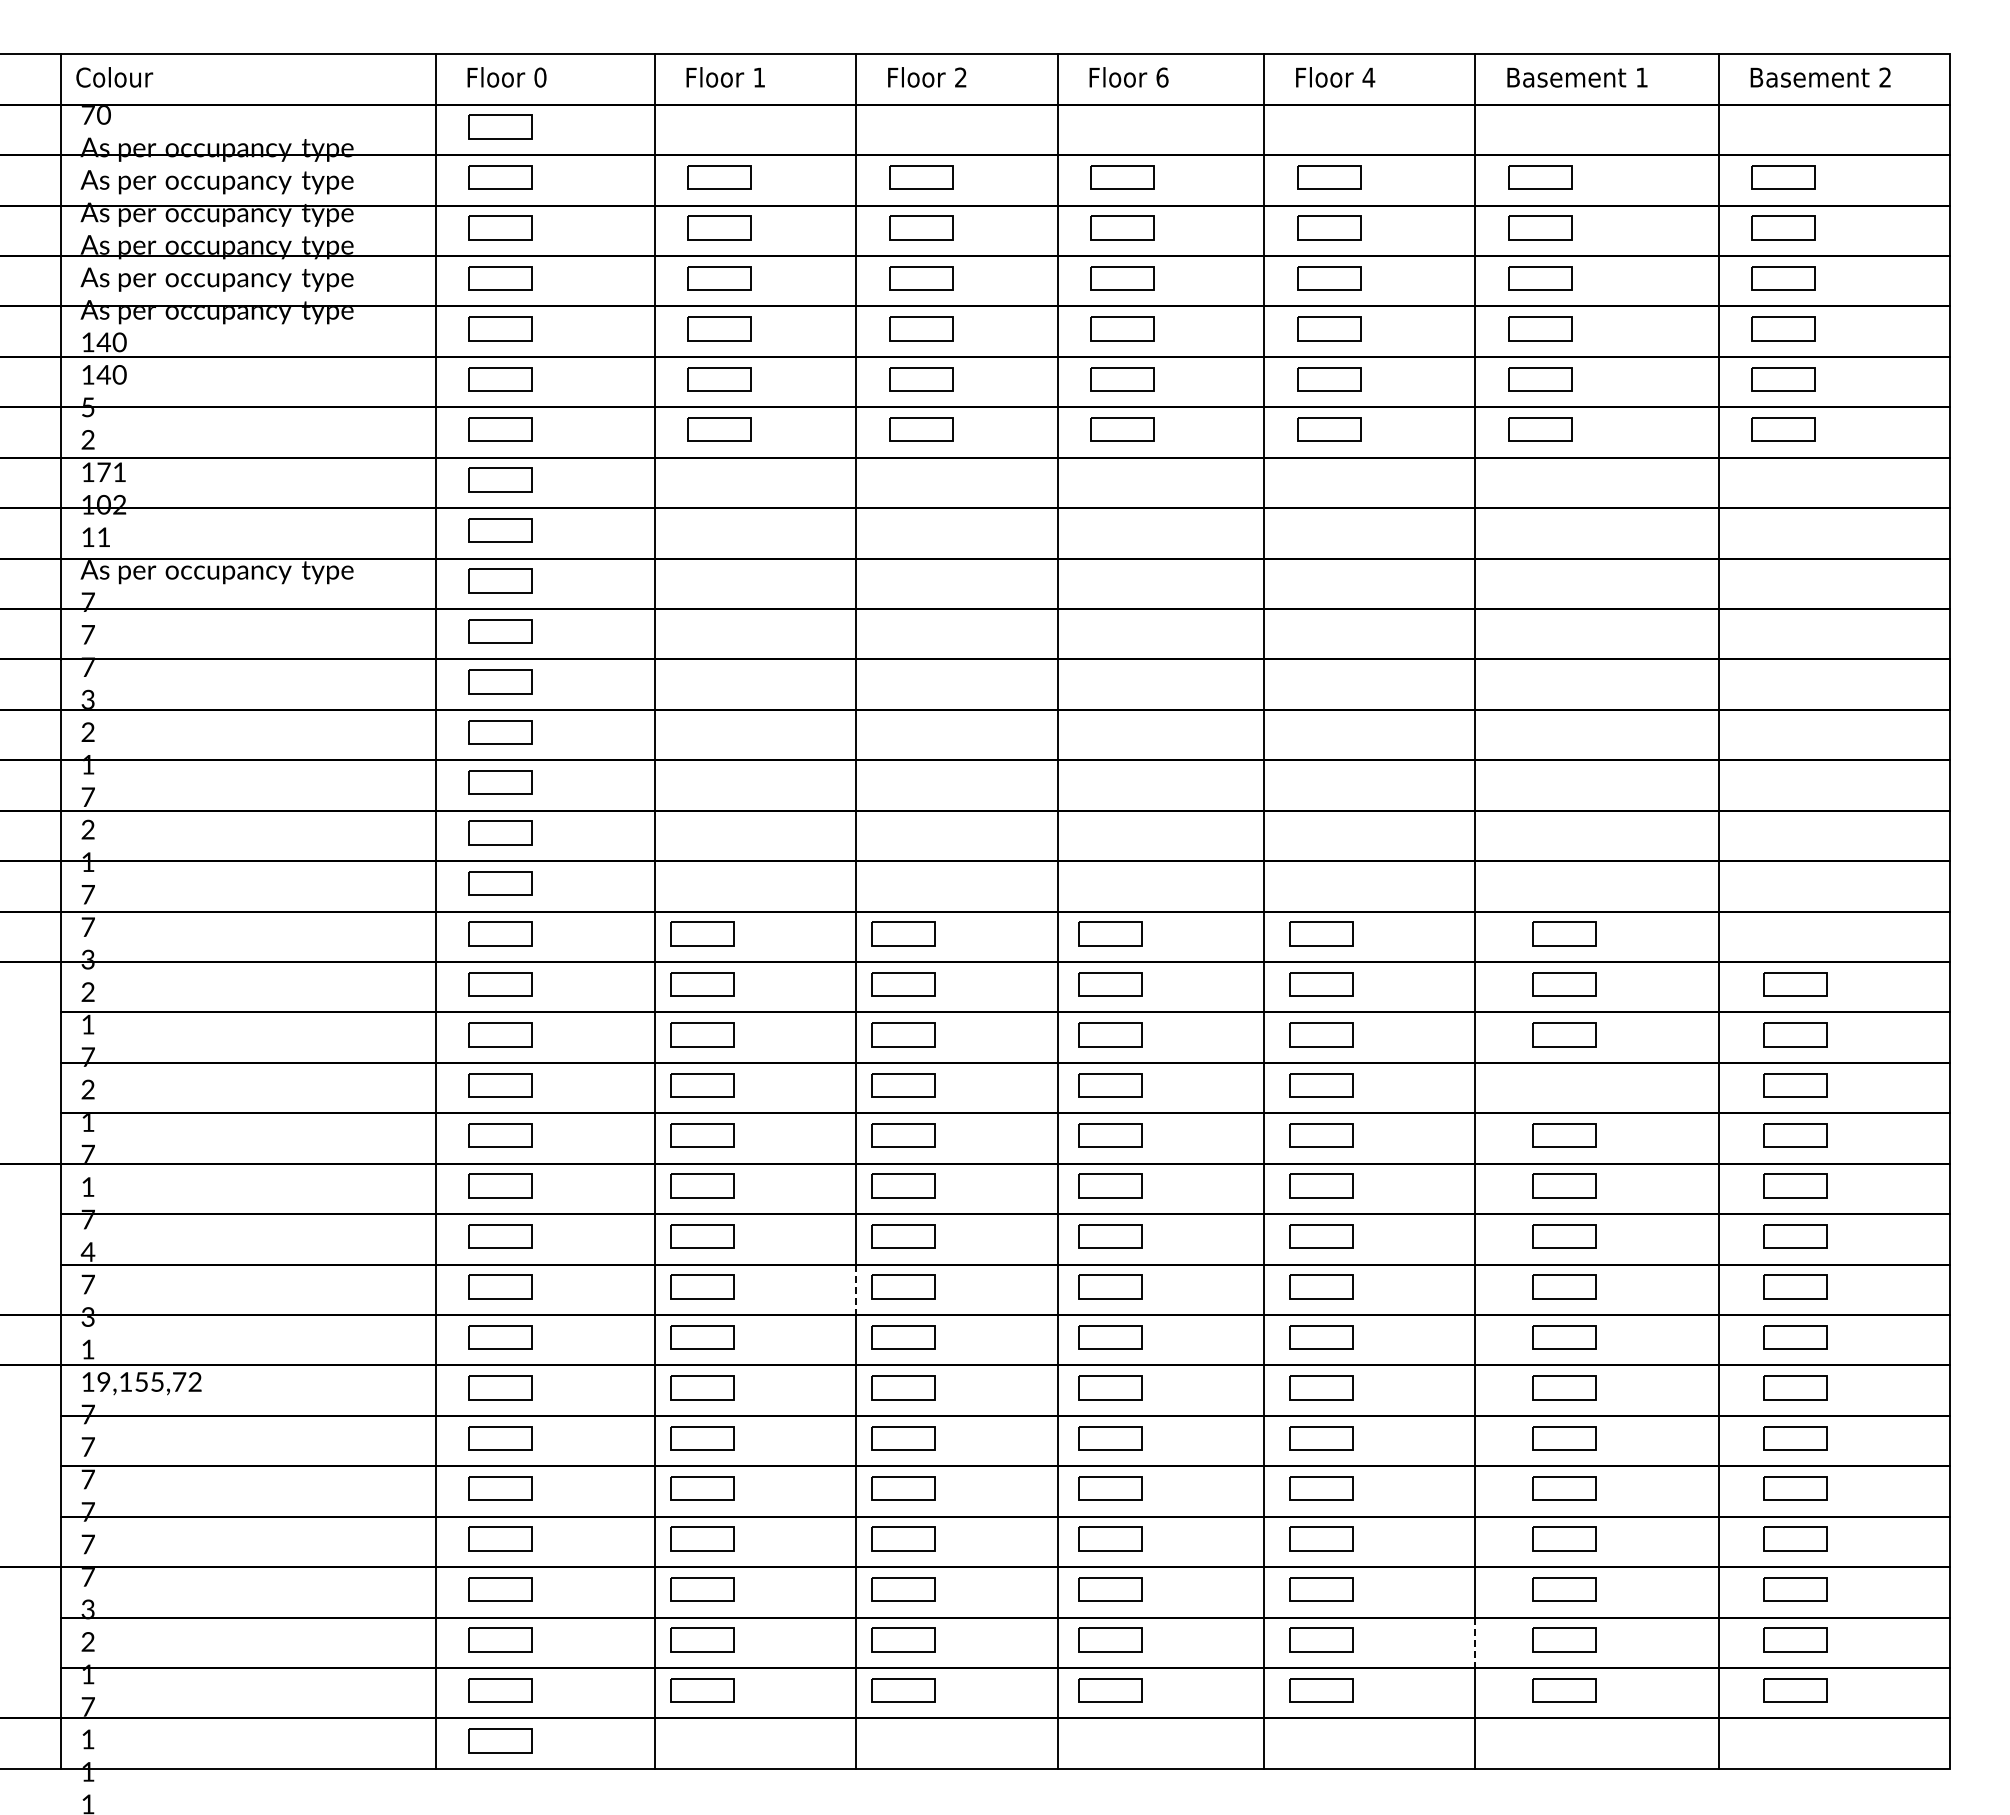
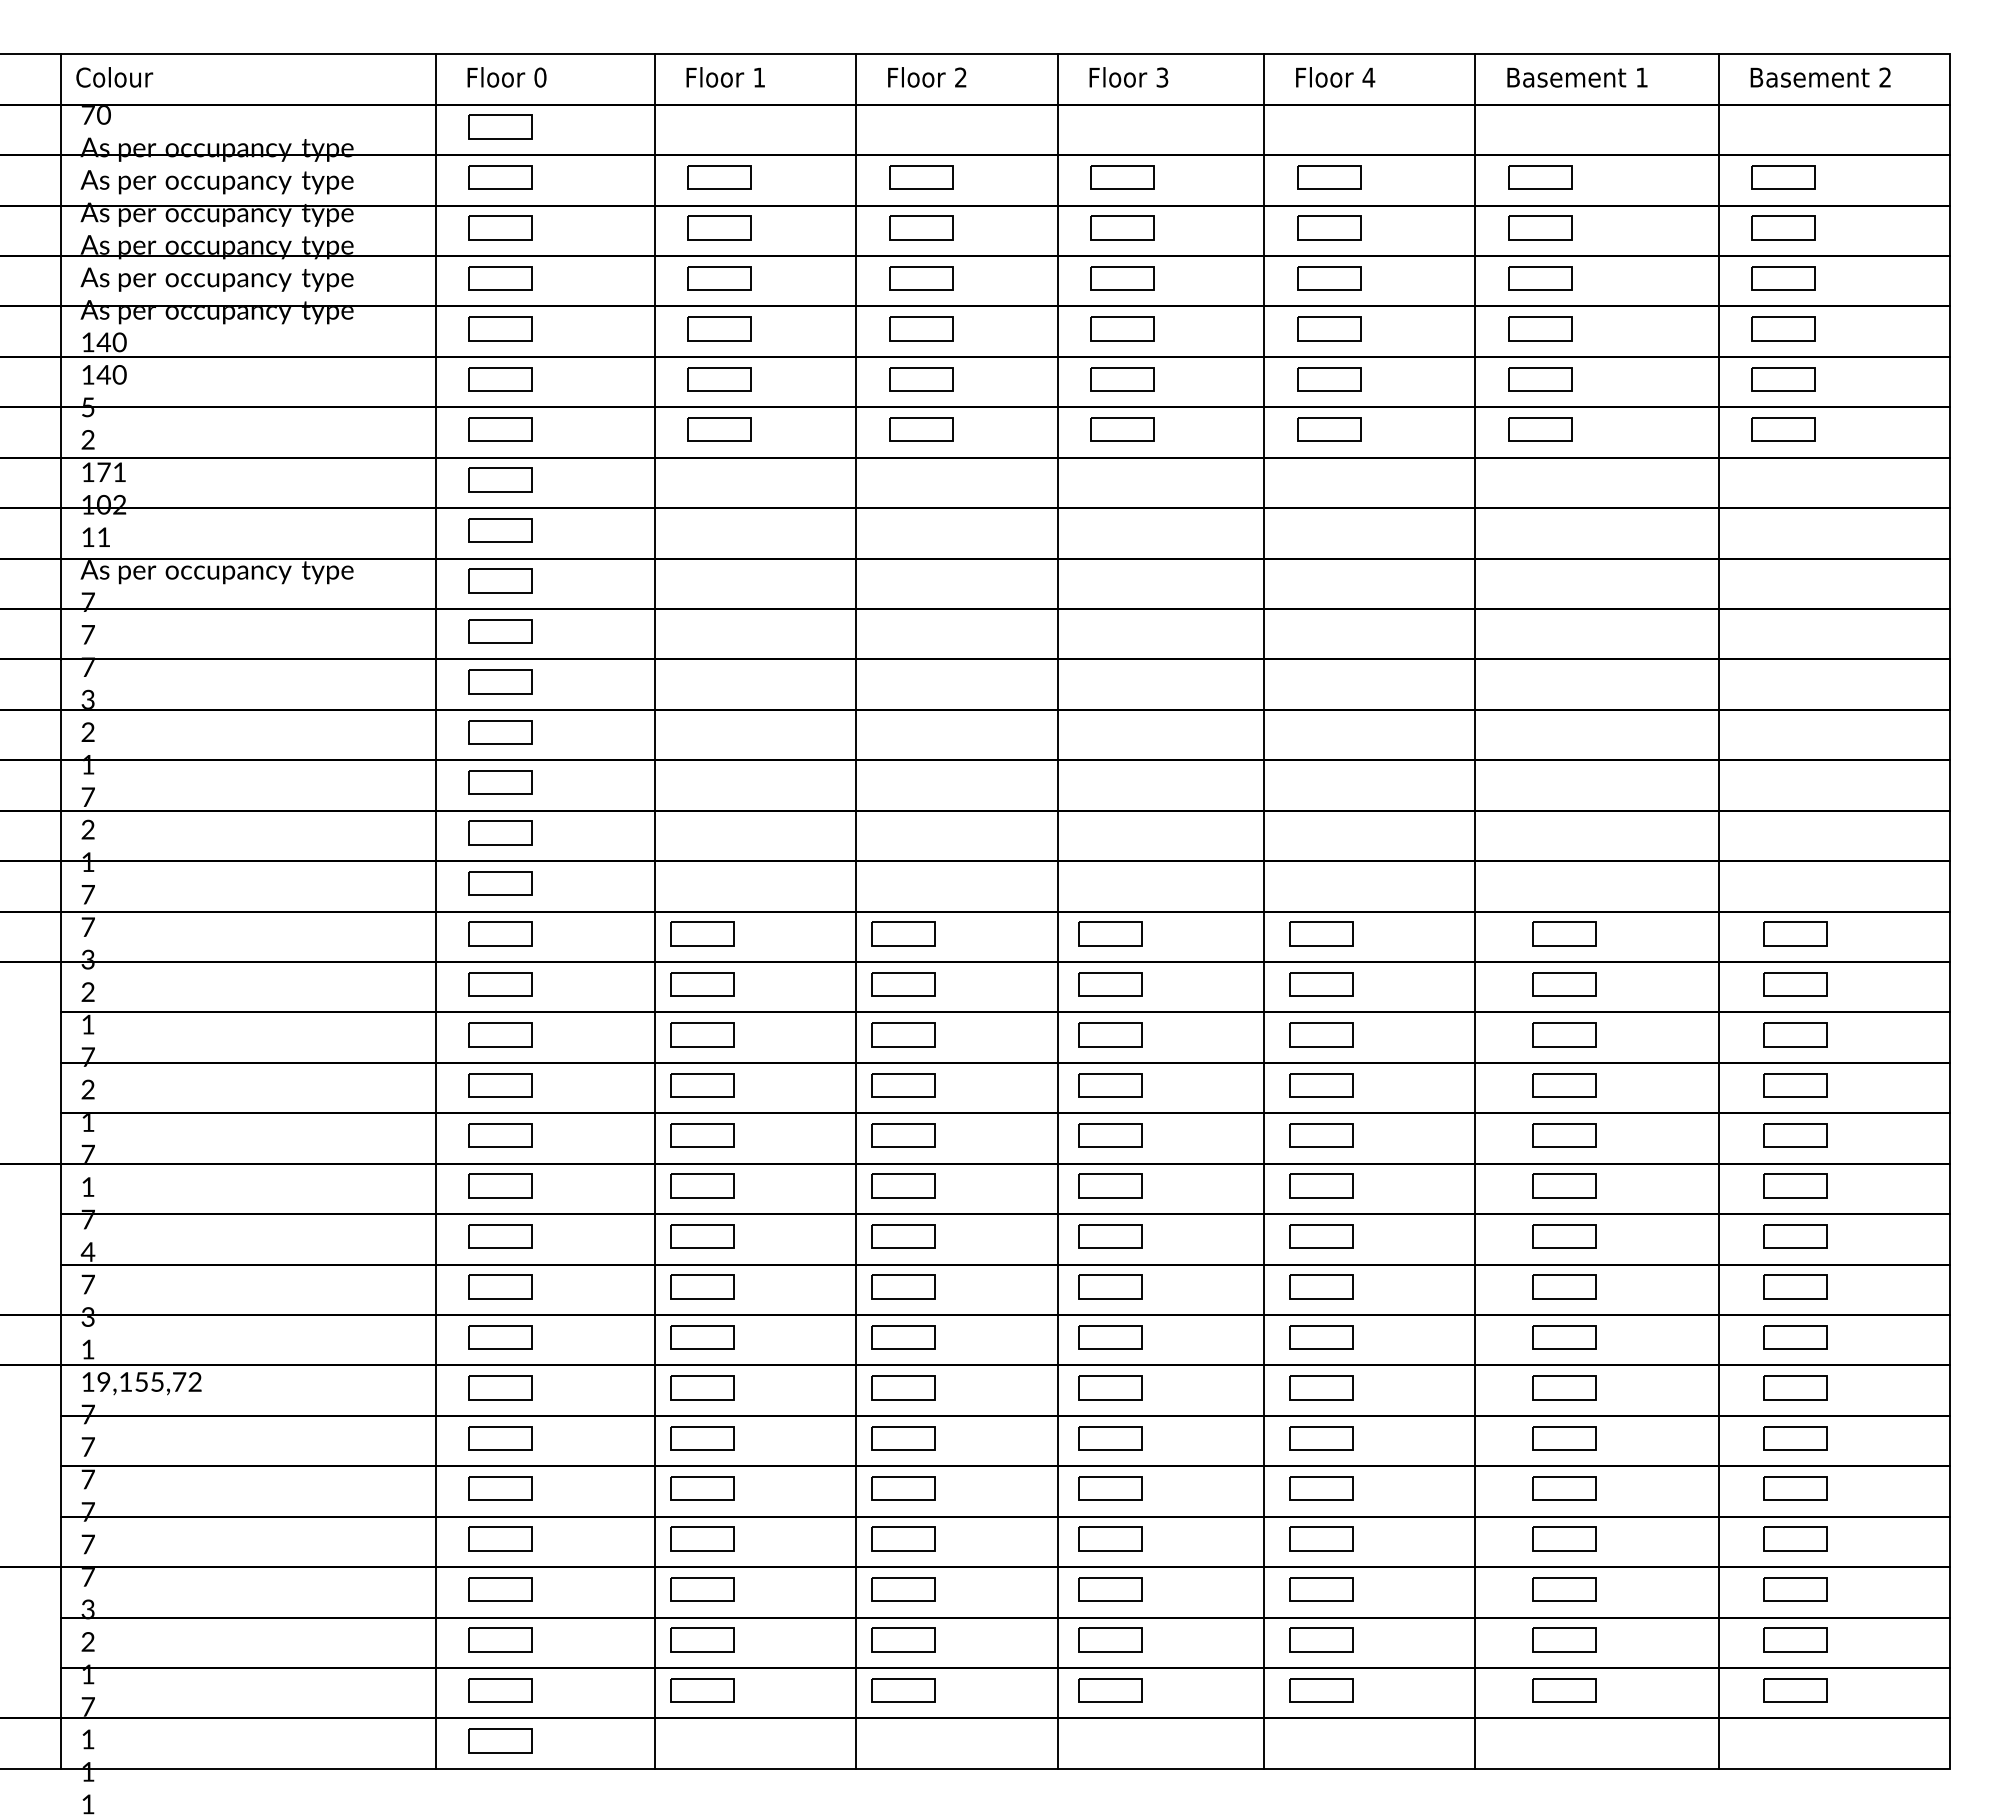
text at (1162, 77): 6 -> 3
part at (1795, 933): none -> present
part at (1564, 1085): none -> present
line at (856, 1290): dashed -> solid
line at (1475, 1643): dashed -> solid
